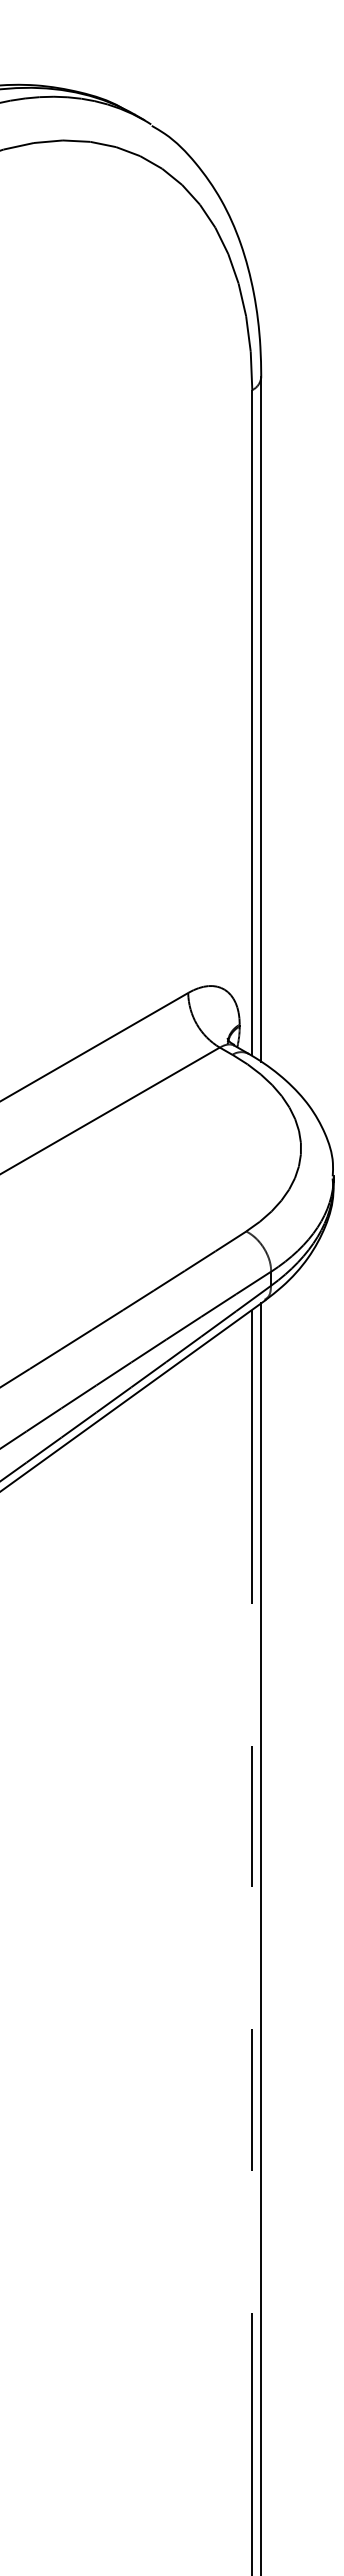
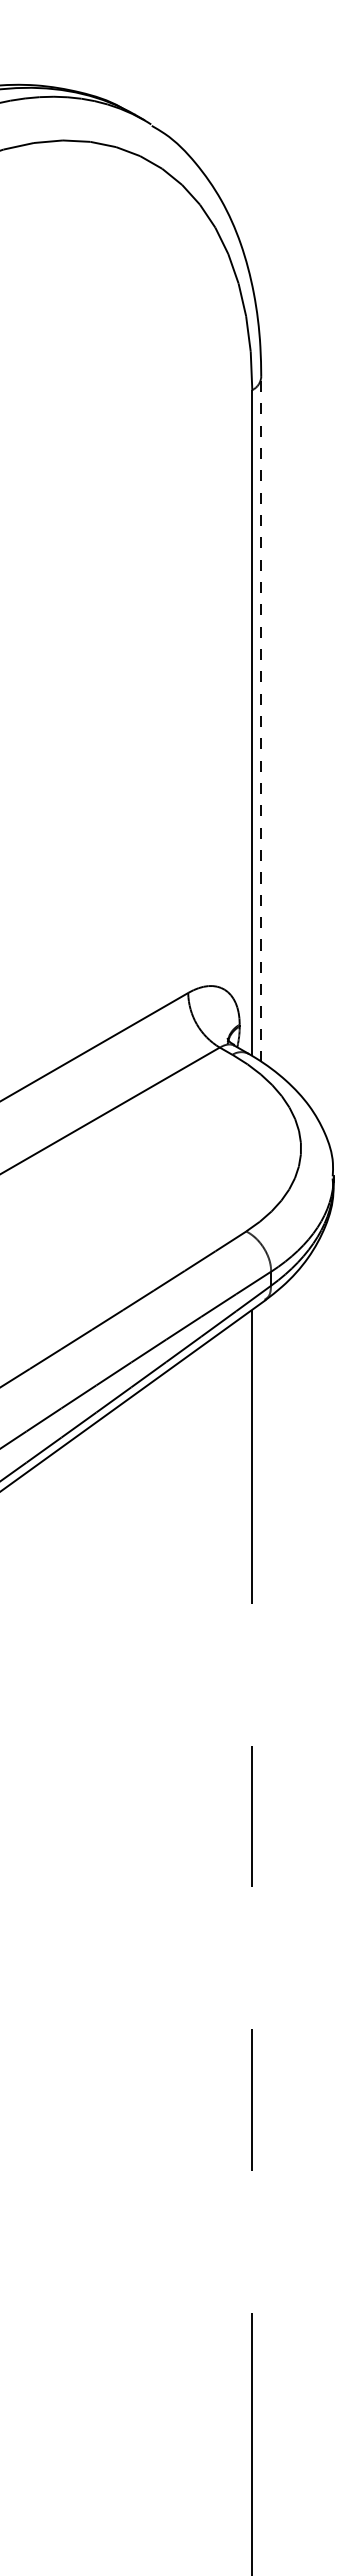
line at (261, 719): solid -> dashed
line at (261, 1937): present -> none
